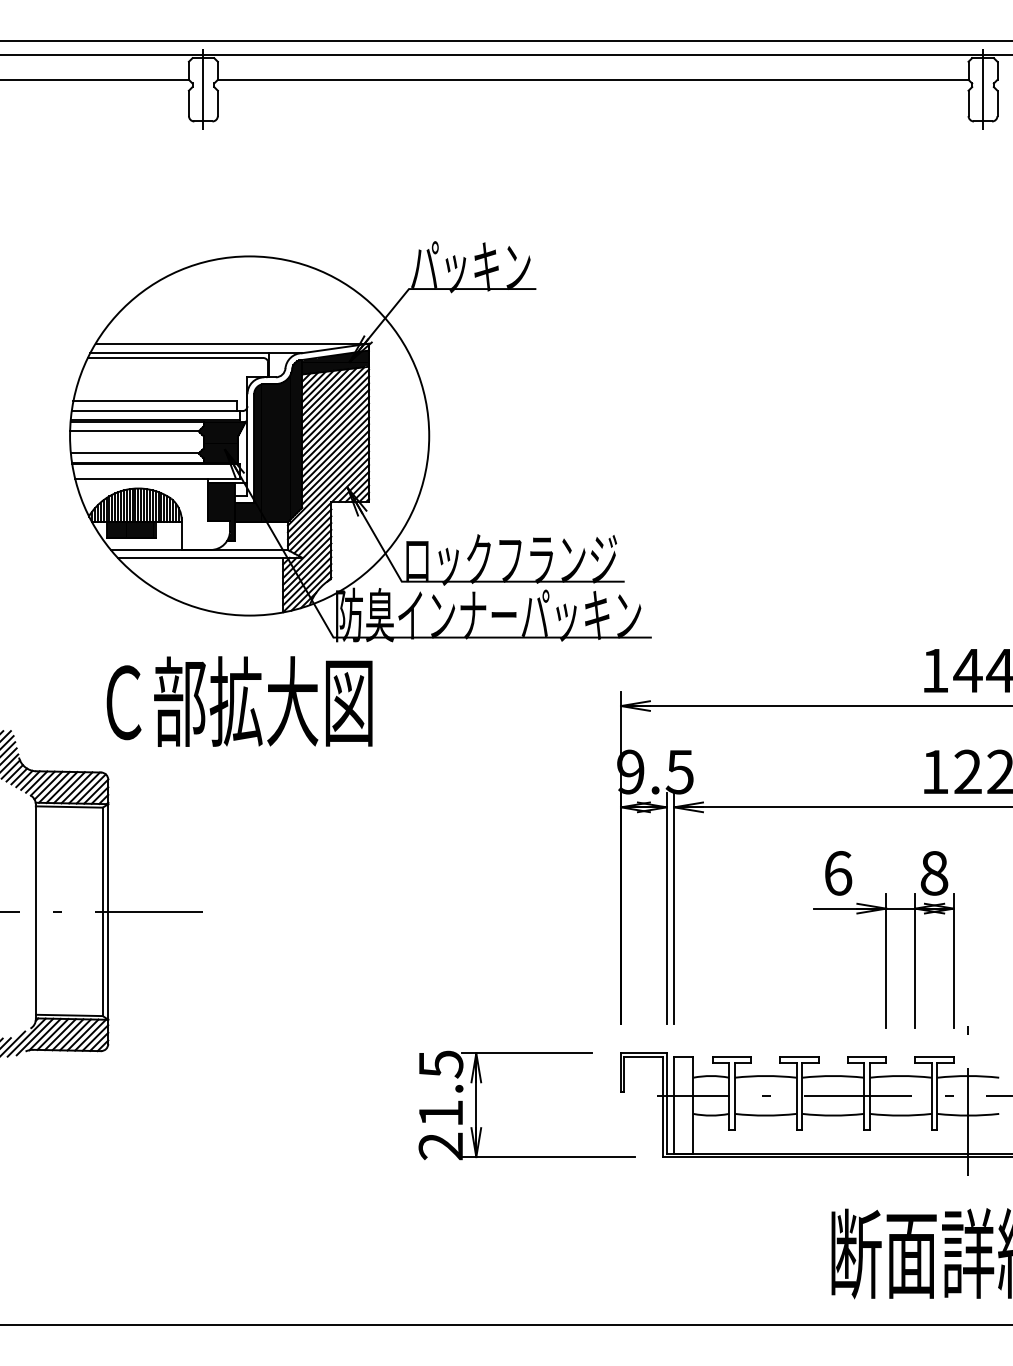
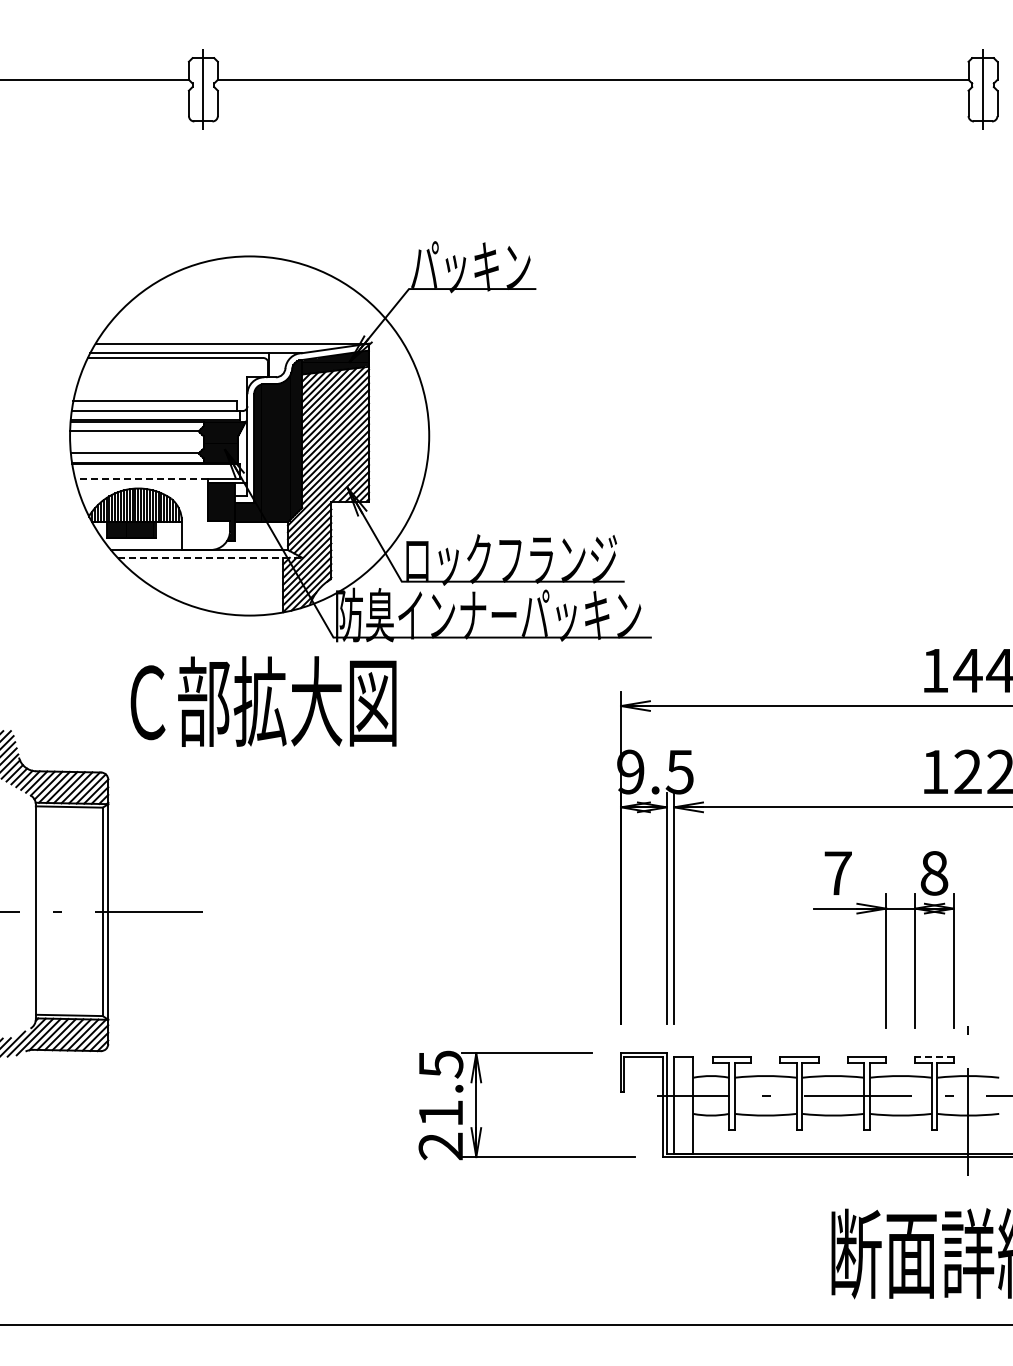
line at (505, 40): present -> none
line at (505, 55): present -> none
line at (141, 478): solid -> dashed
line at (210, 557): solid -> dashed
text at (239, 701) position: (239, 701) -> (263, 701)
text at (838, 873): 6 -> 7
line at (934, 1057): solid -> dashed
